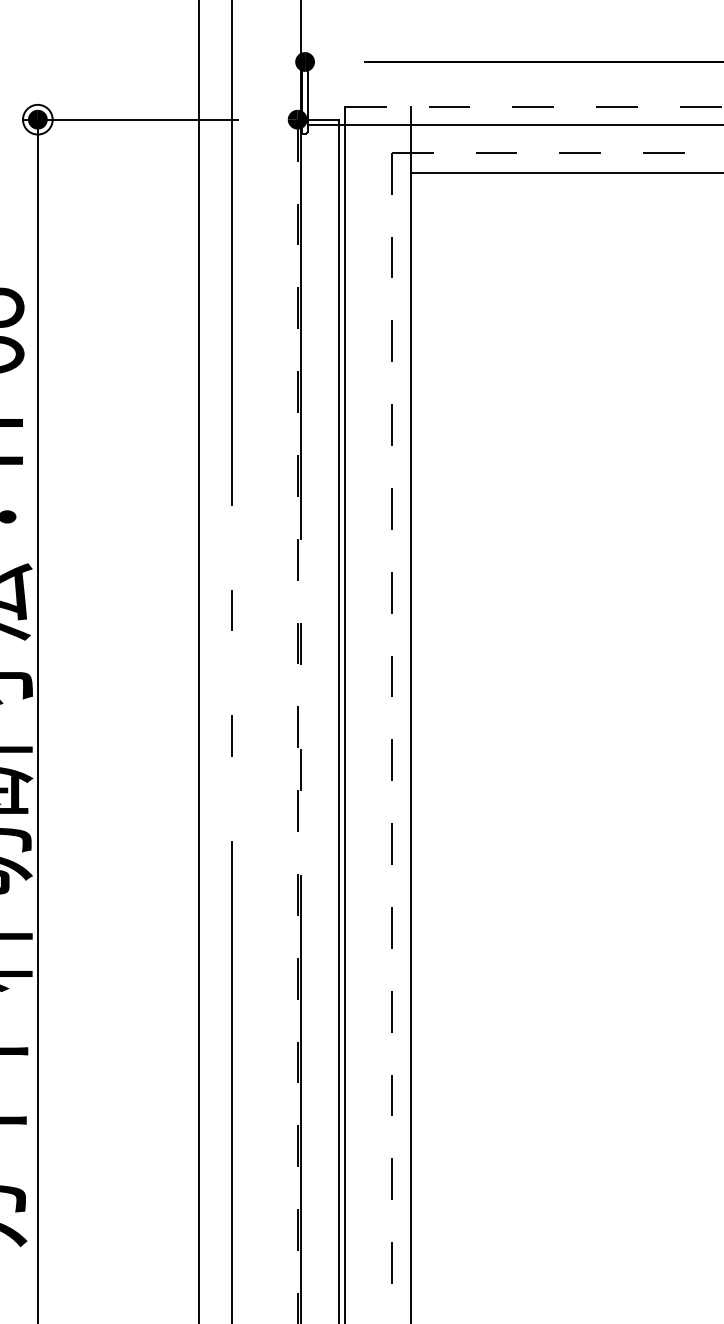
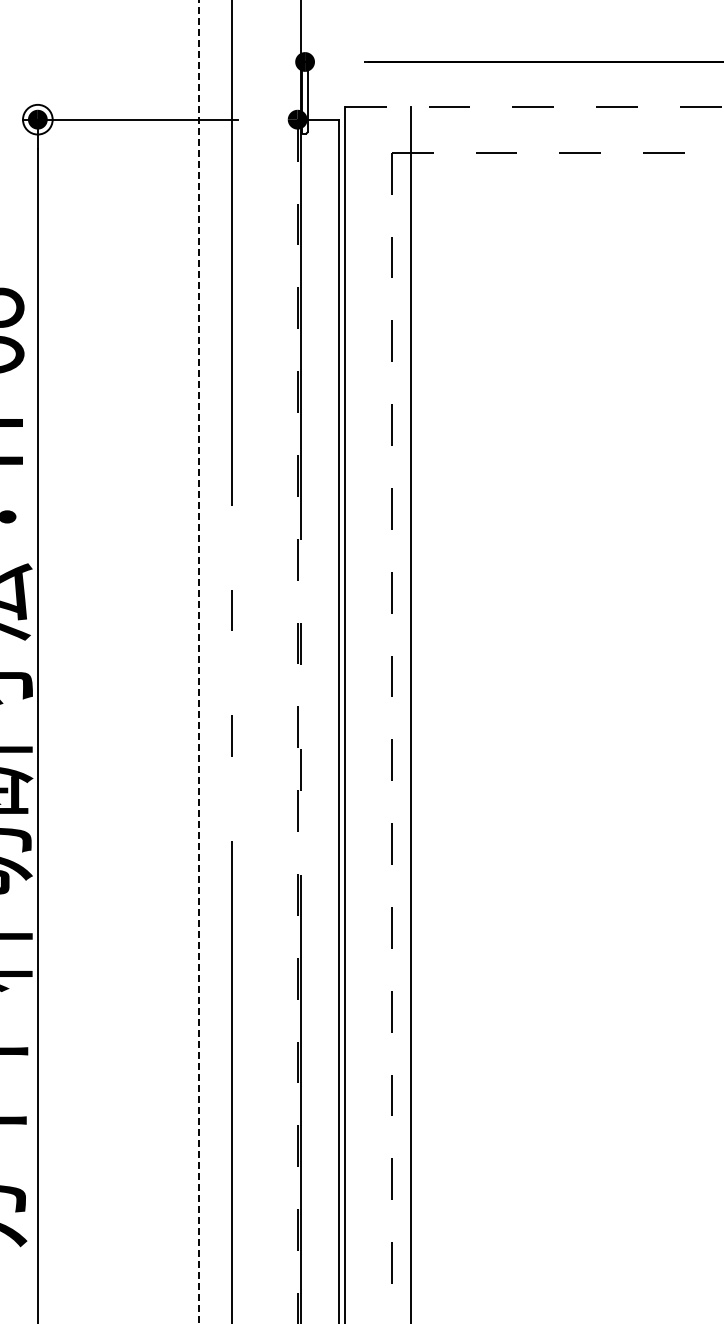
line at (513, 124): present -> none
line at (565, 172): present -> none
line at (198, 661): solid -> dashed
